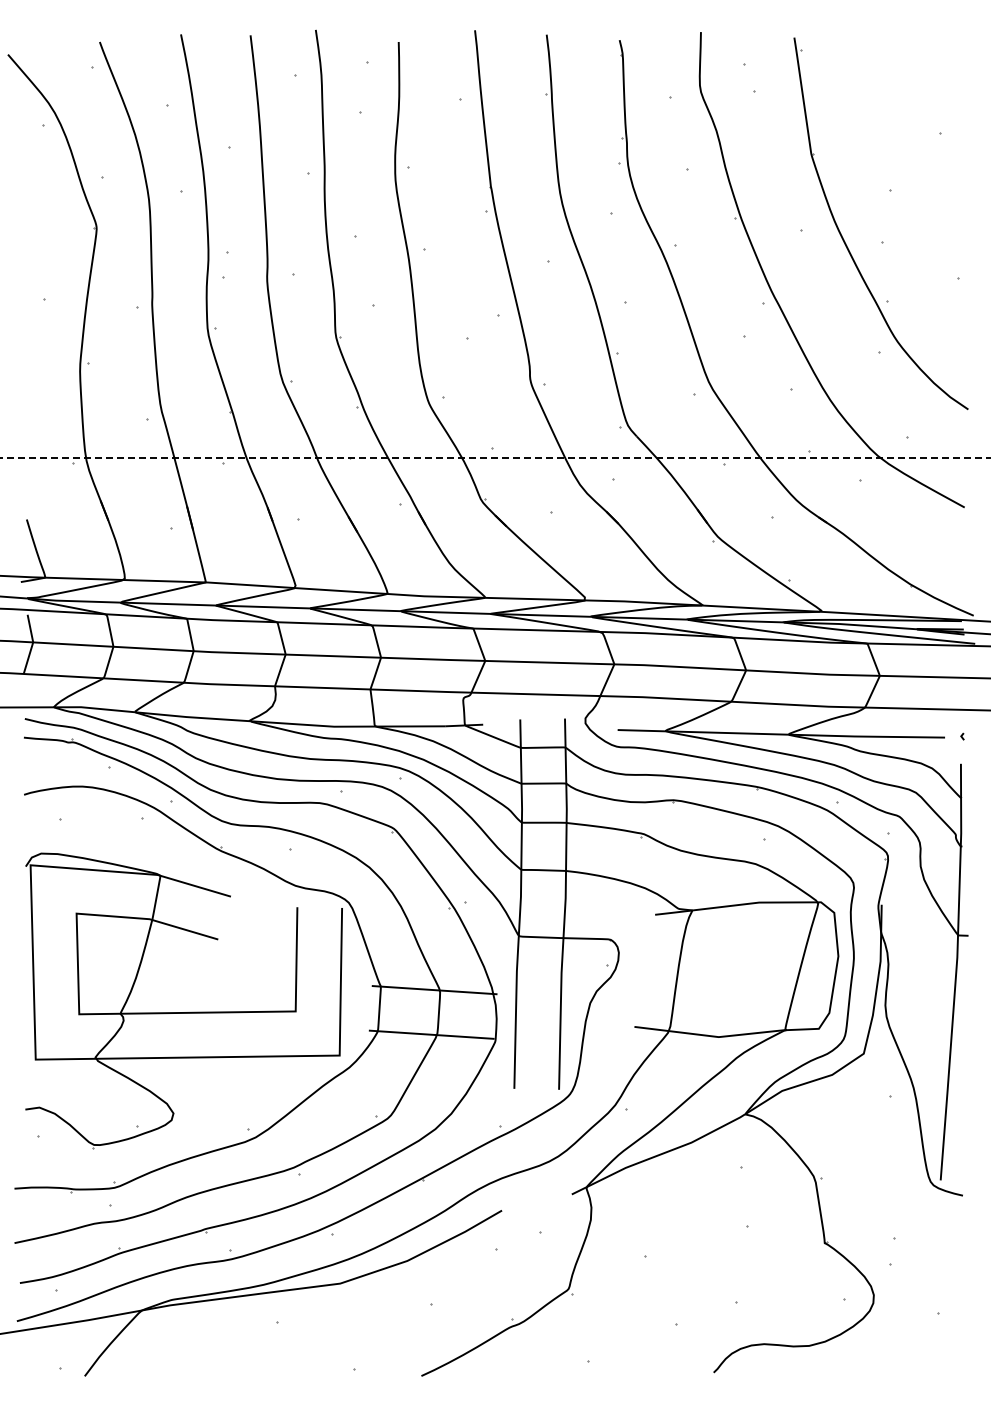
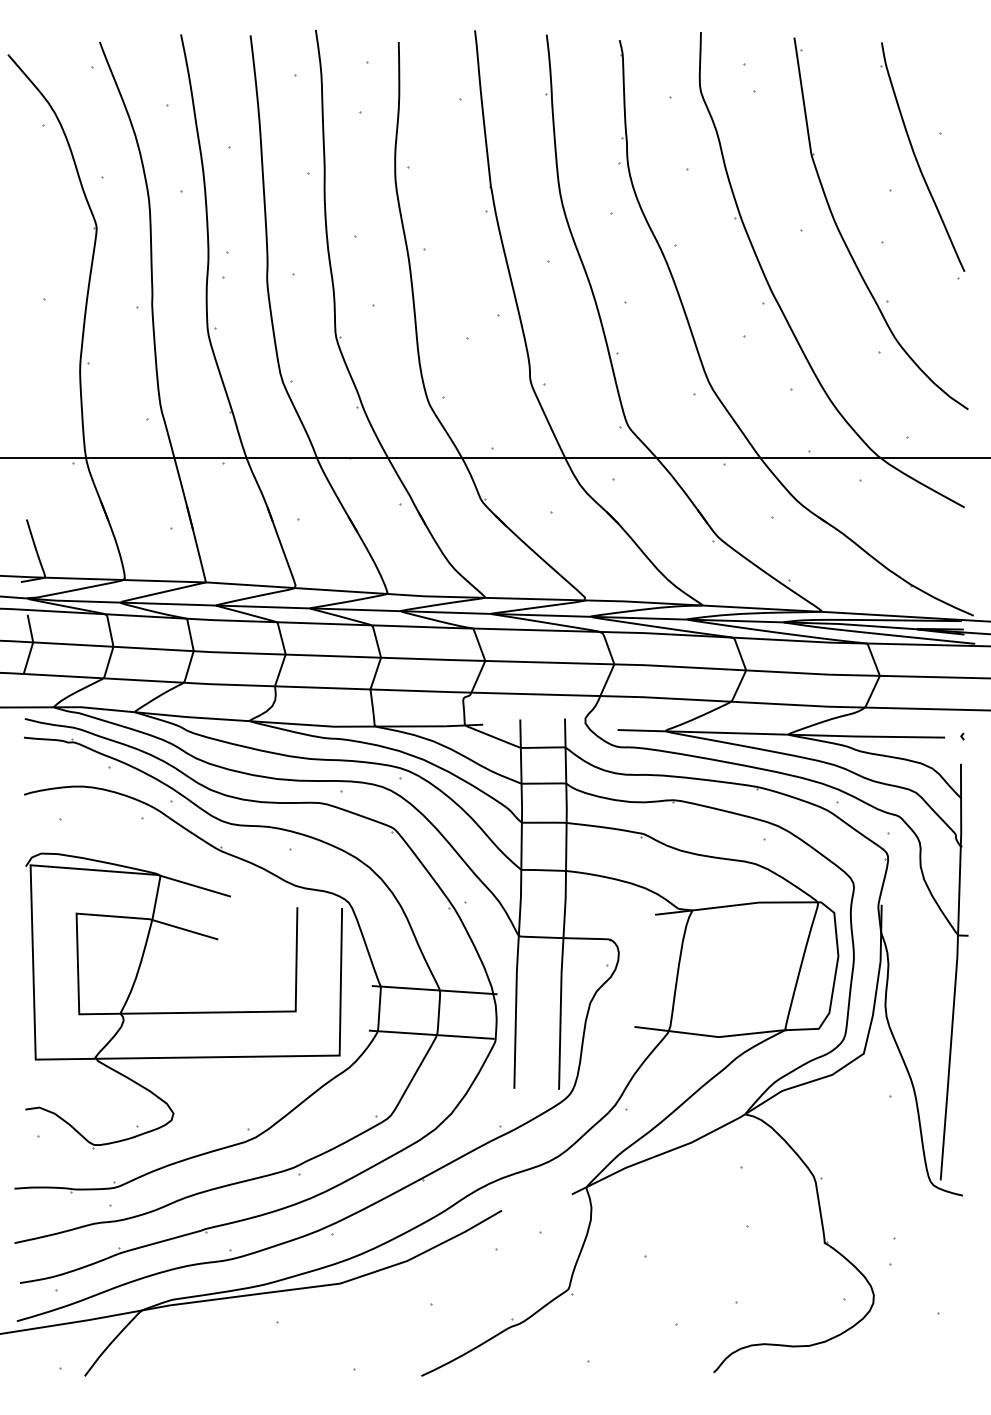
part at (922, 156): none -> present
line at (495, 458): dashed -> solid
